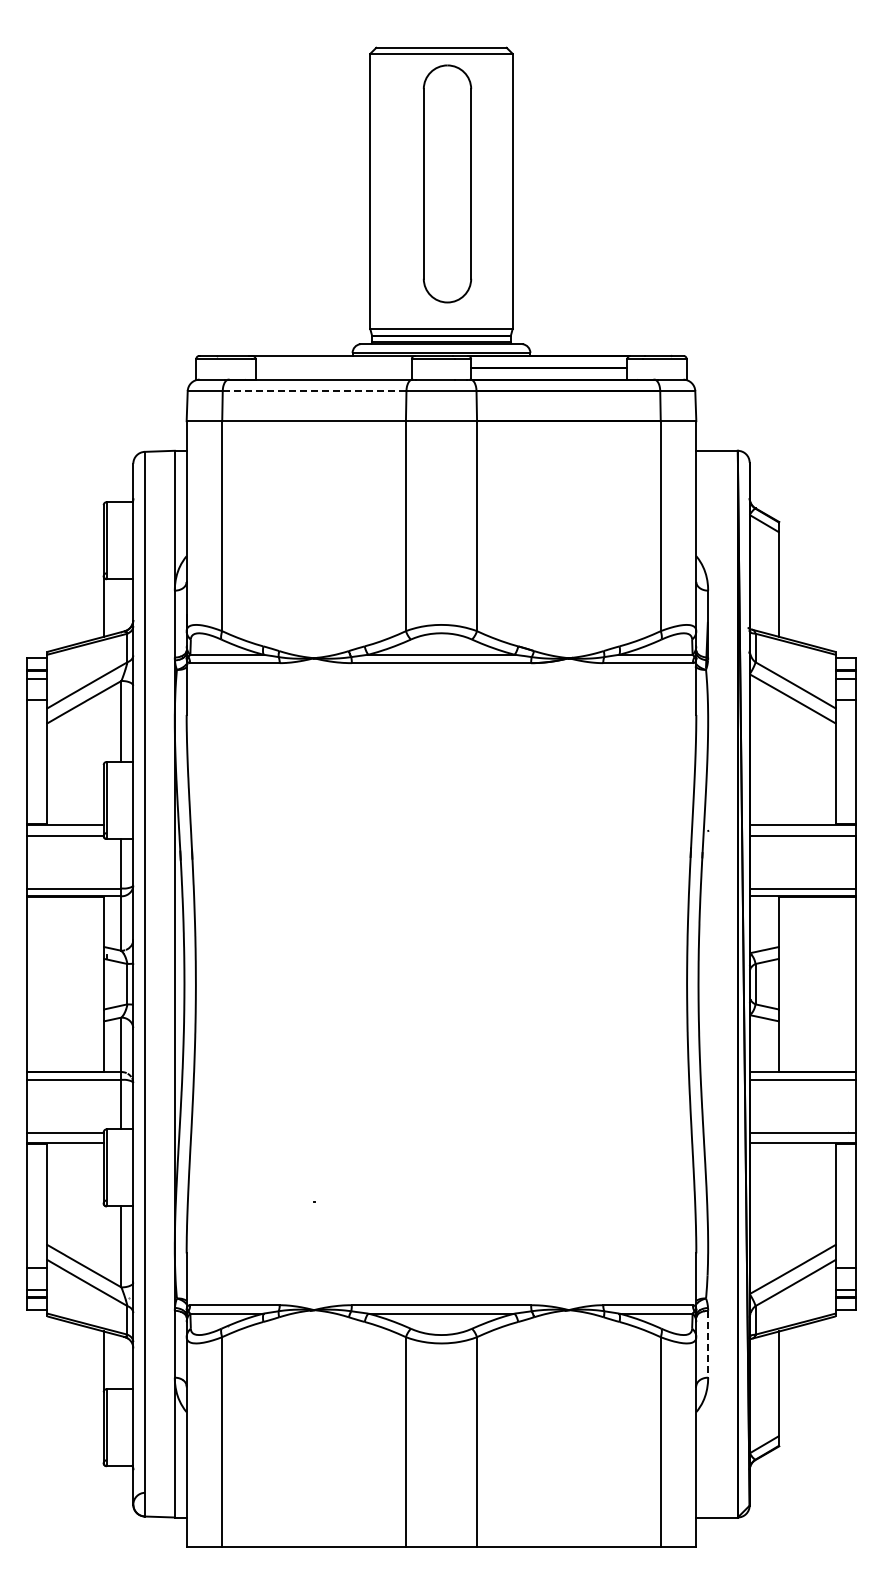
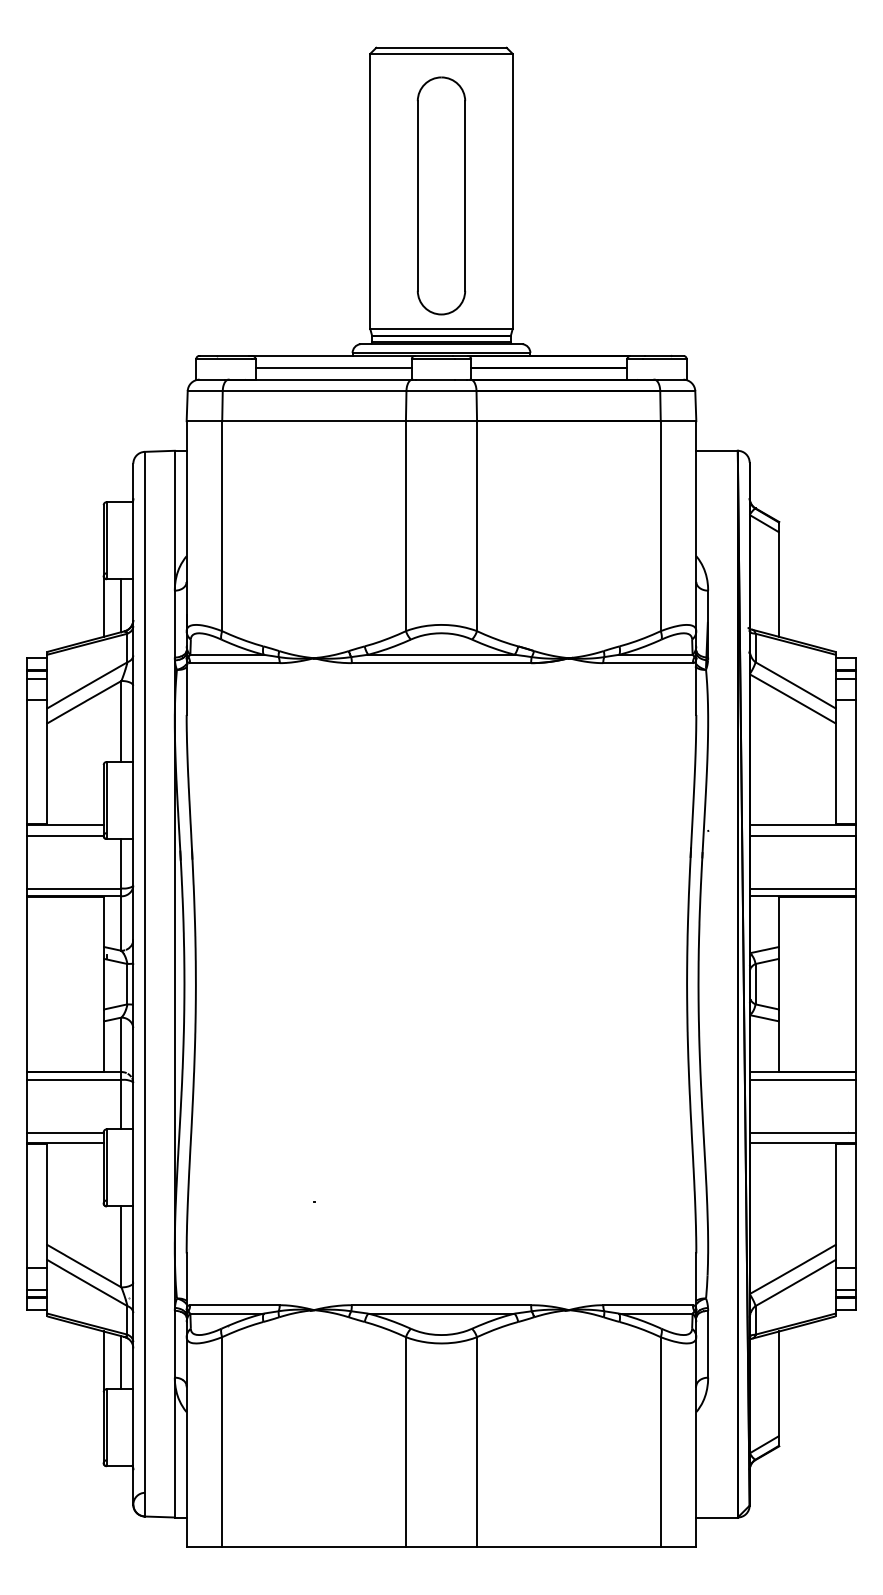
part at (447, 183) position: (447, 183) -> (441, 195)
line at (333, 367): none -> present
line at (314, 391): dashed -> solid
line at (121, 605): none -> present
line at (708, 1344): dashed -> solid
line at (121, 1362): none -> present
